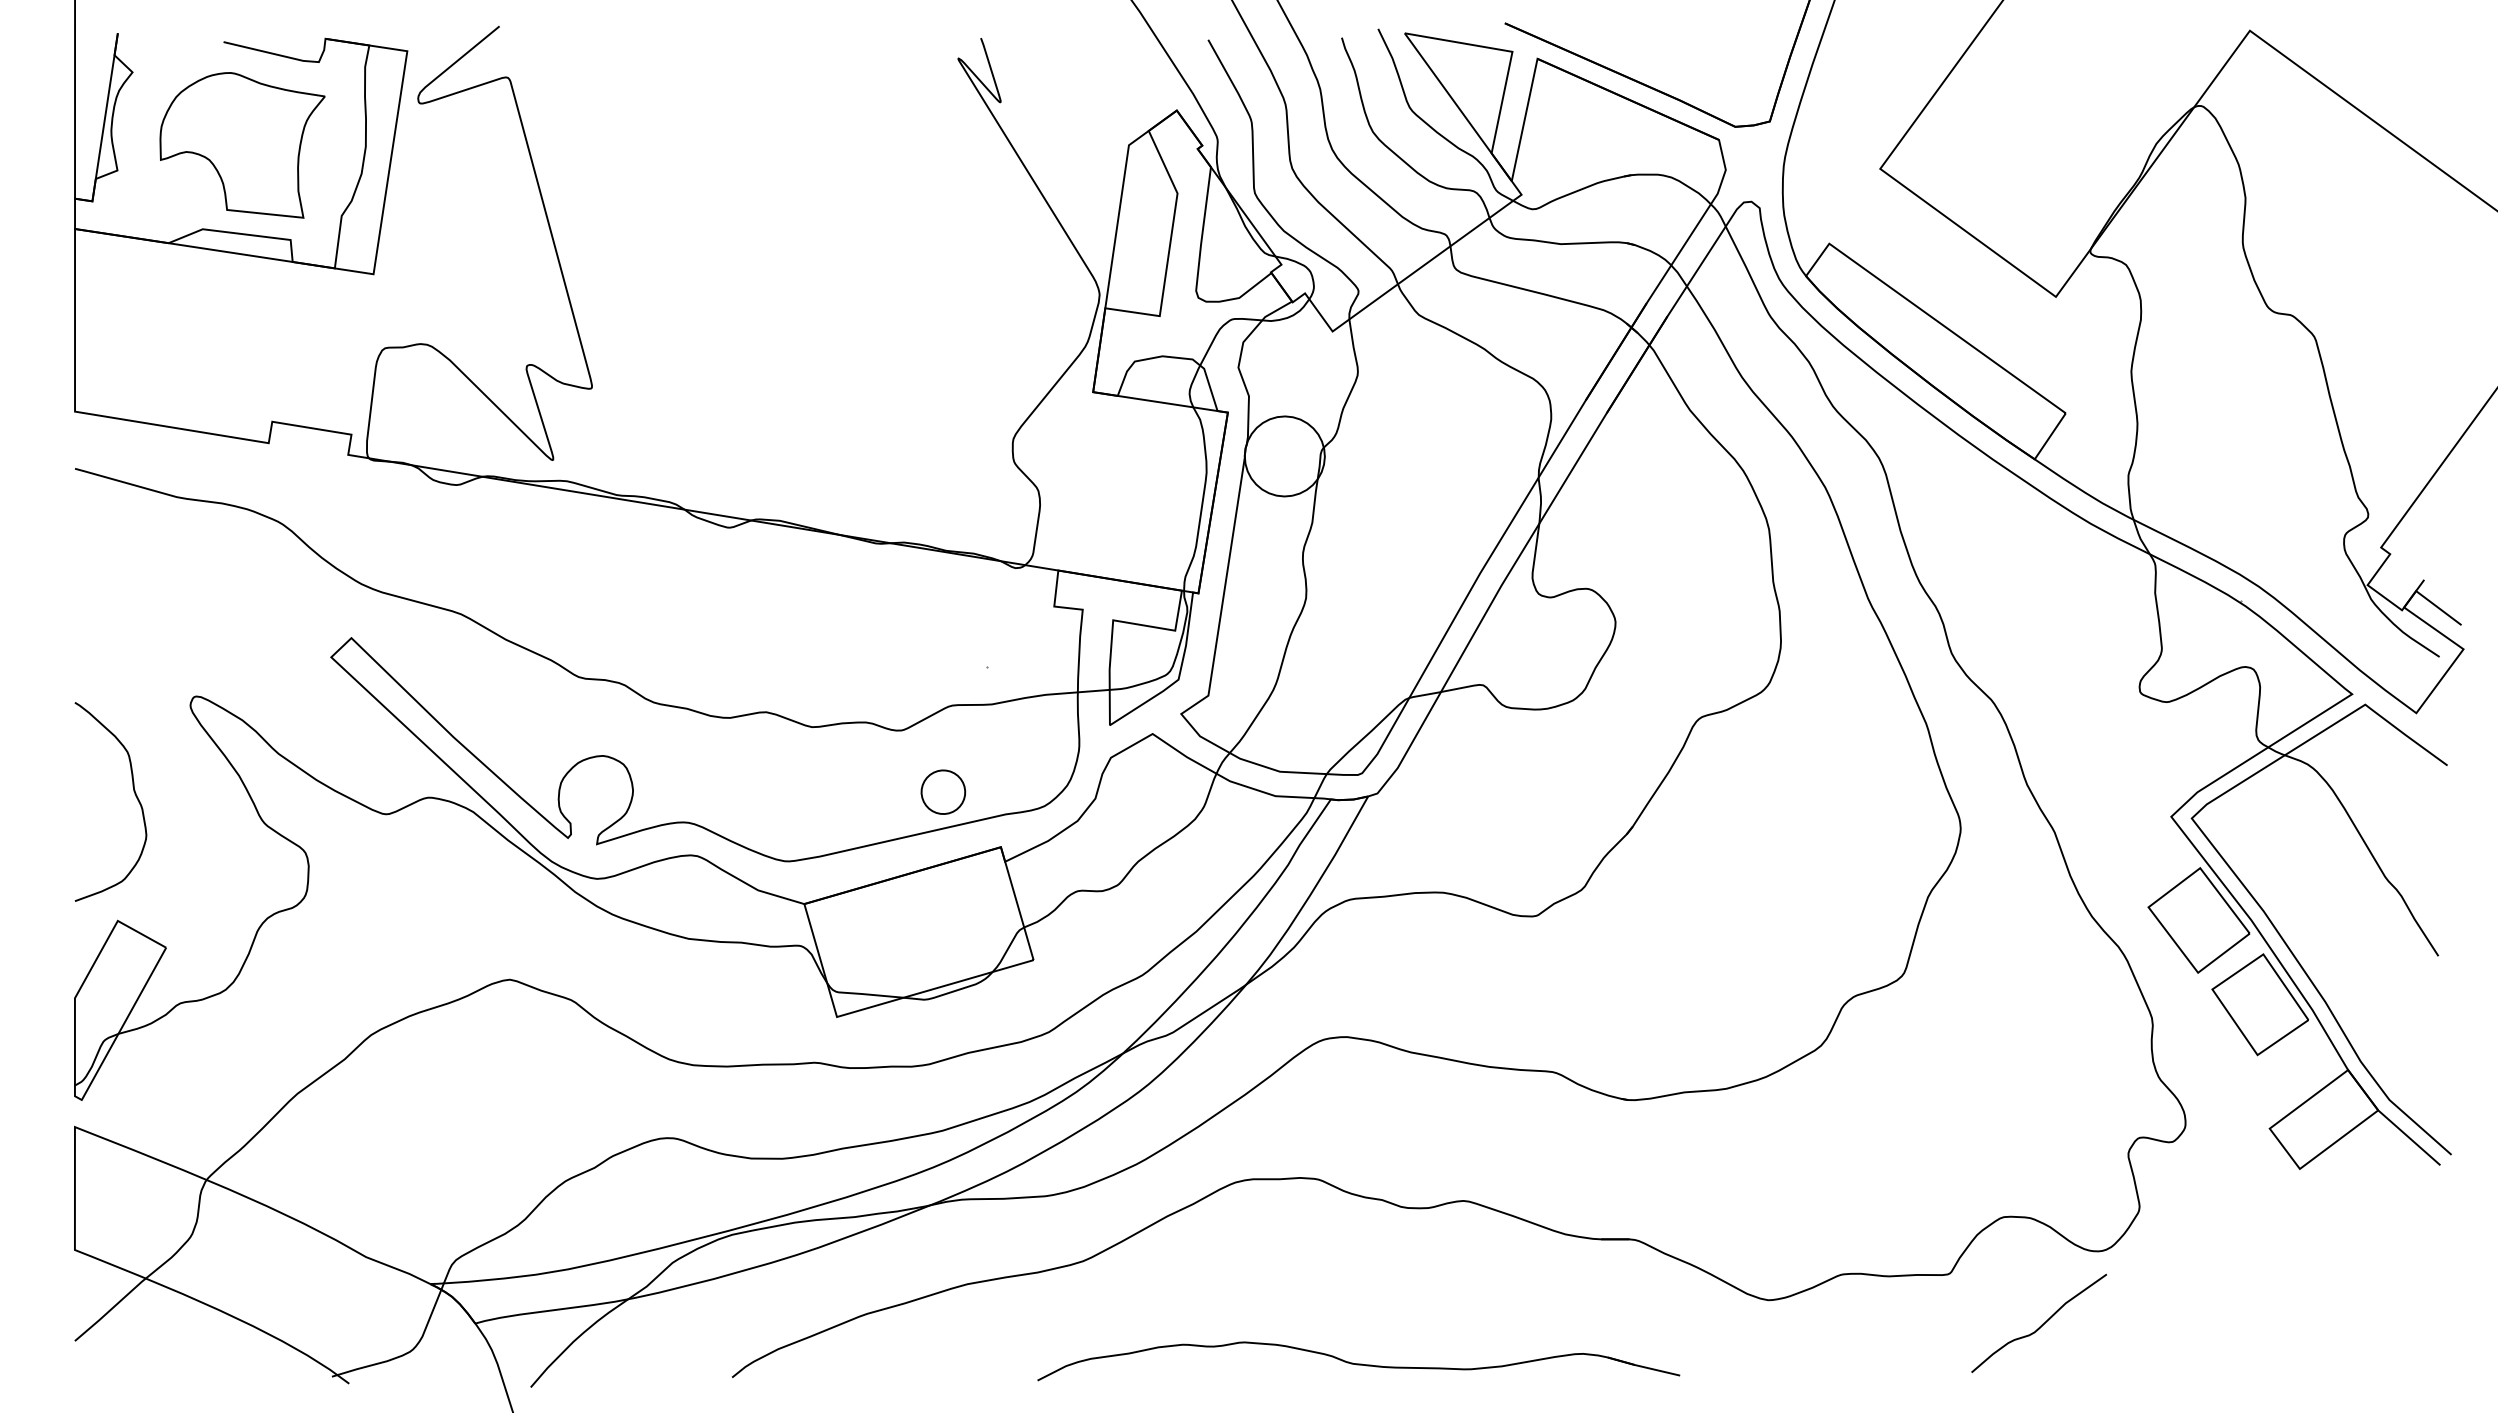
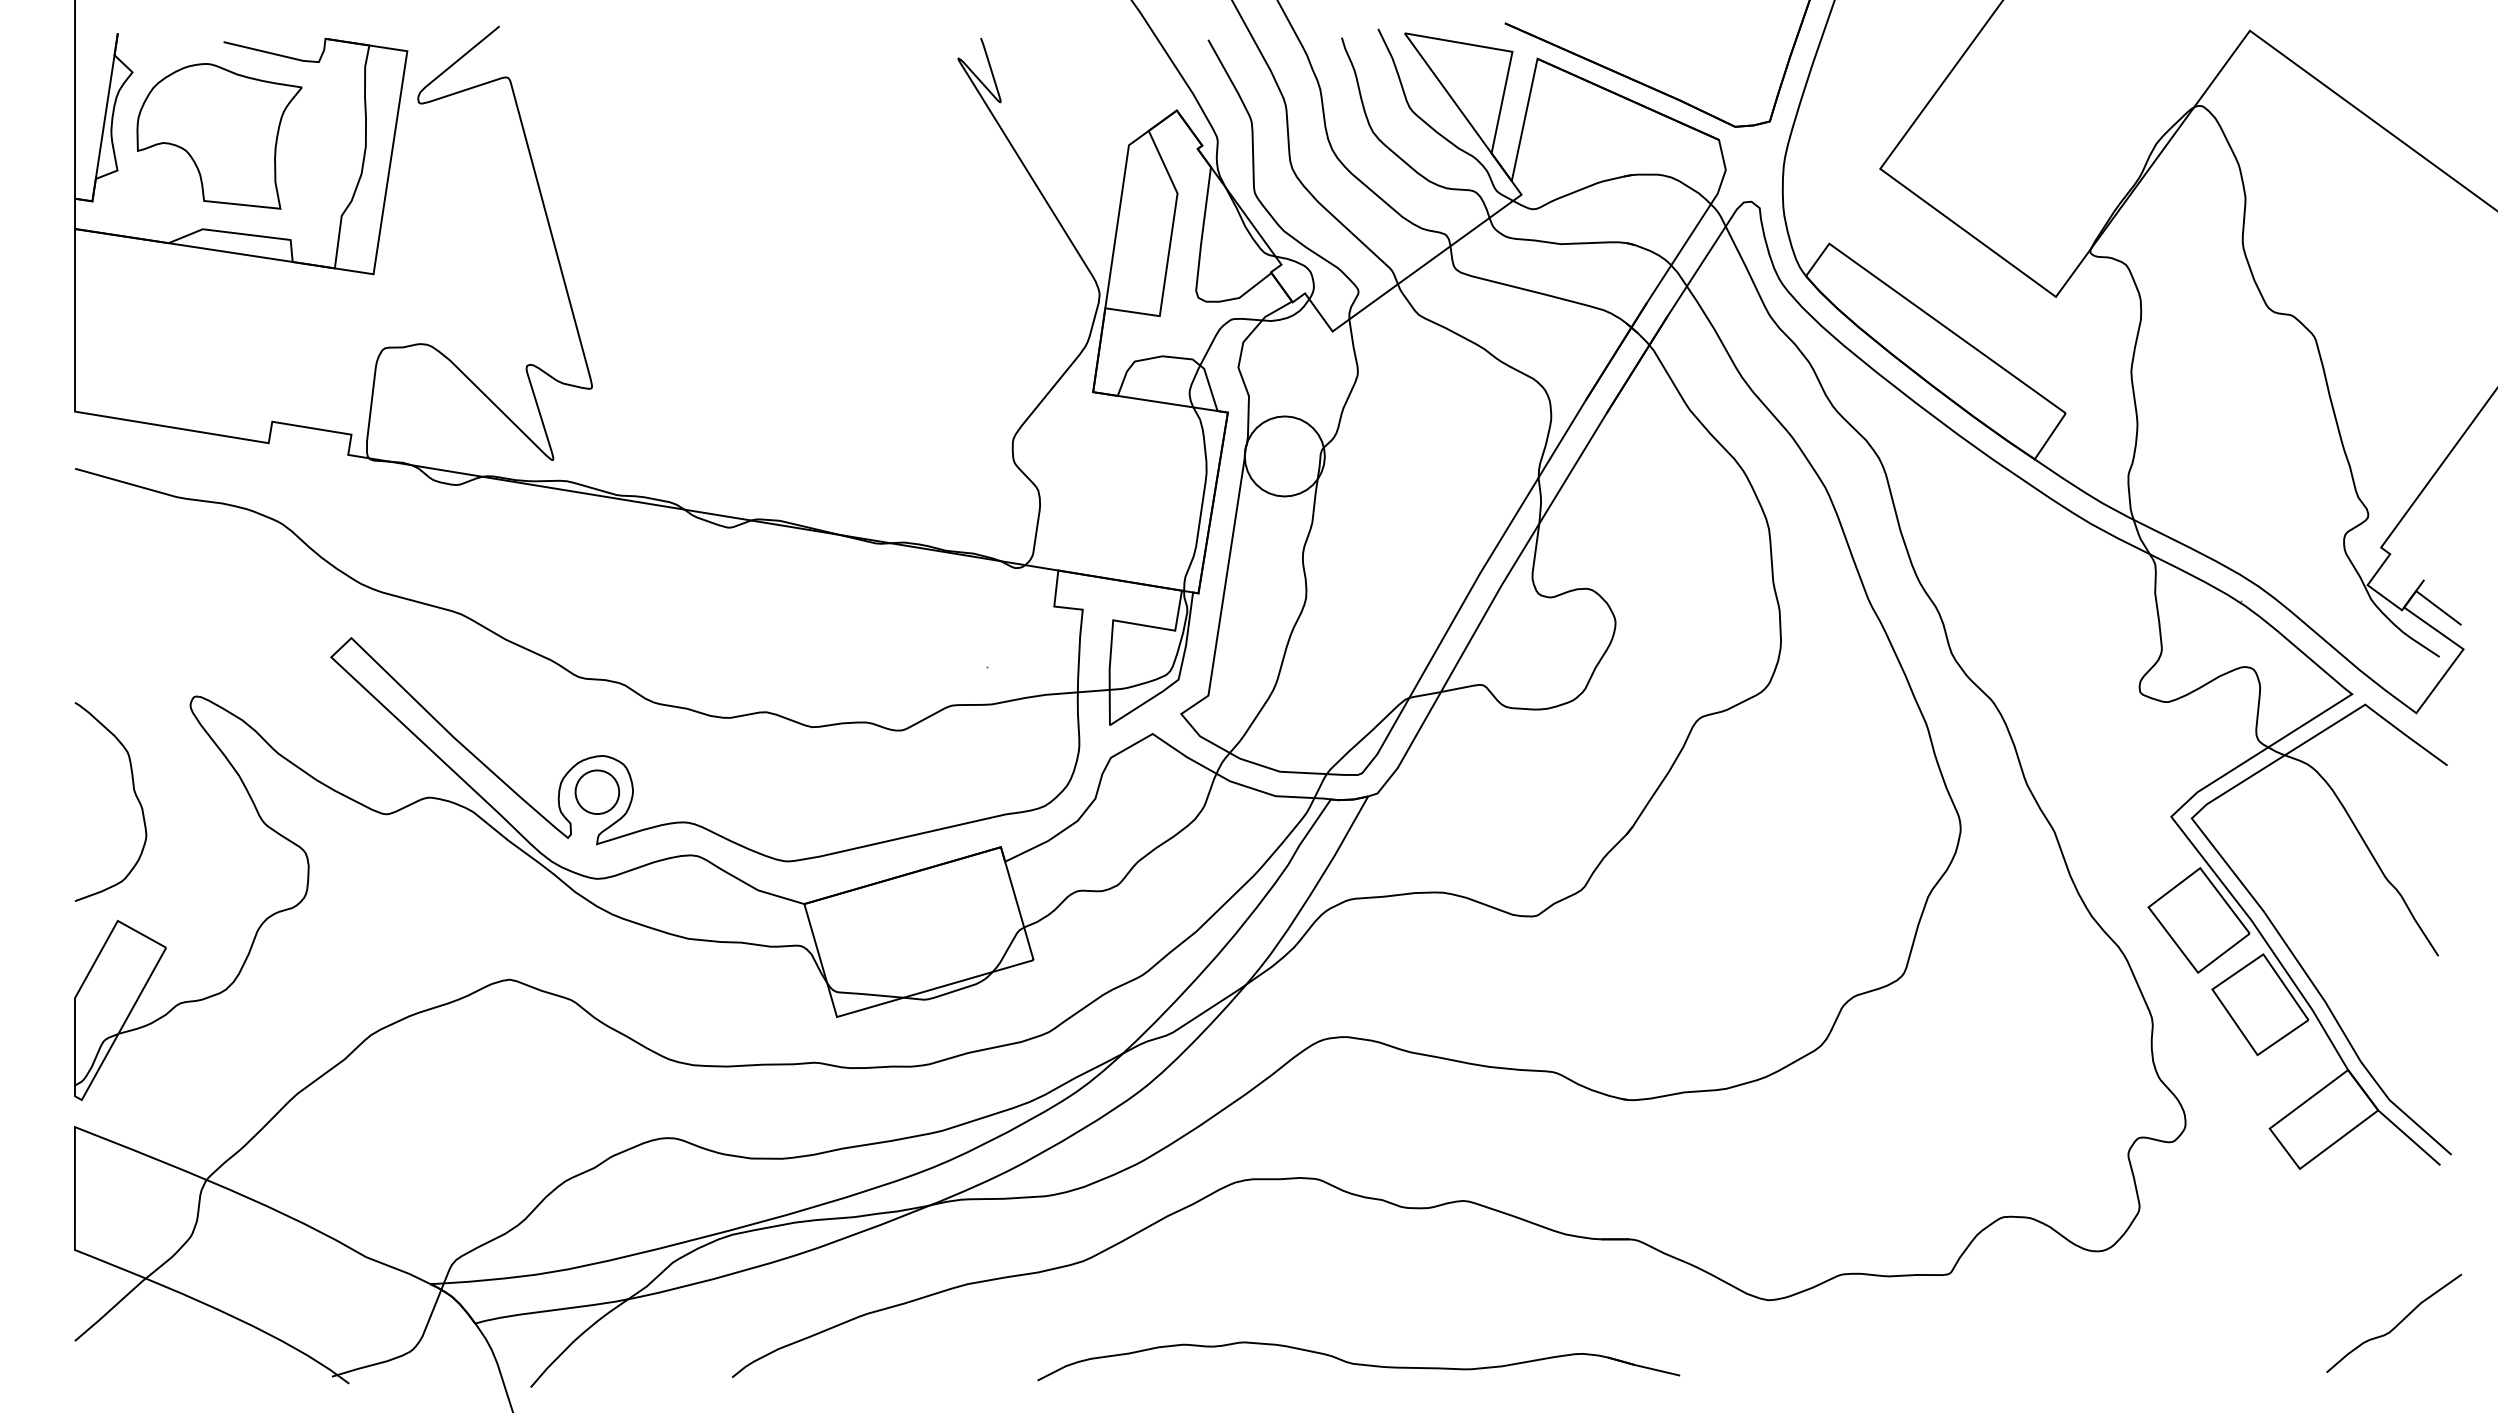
part at (242, 145) position: (242, 145) -> (219, 136)
part at (943, 791) position: (943, 791) -> (597, 791)
curve at (2041, 1324) position: (2041, 1324) -> (2396, 1324)
